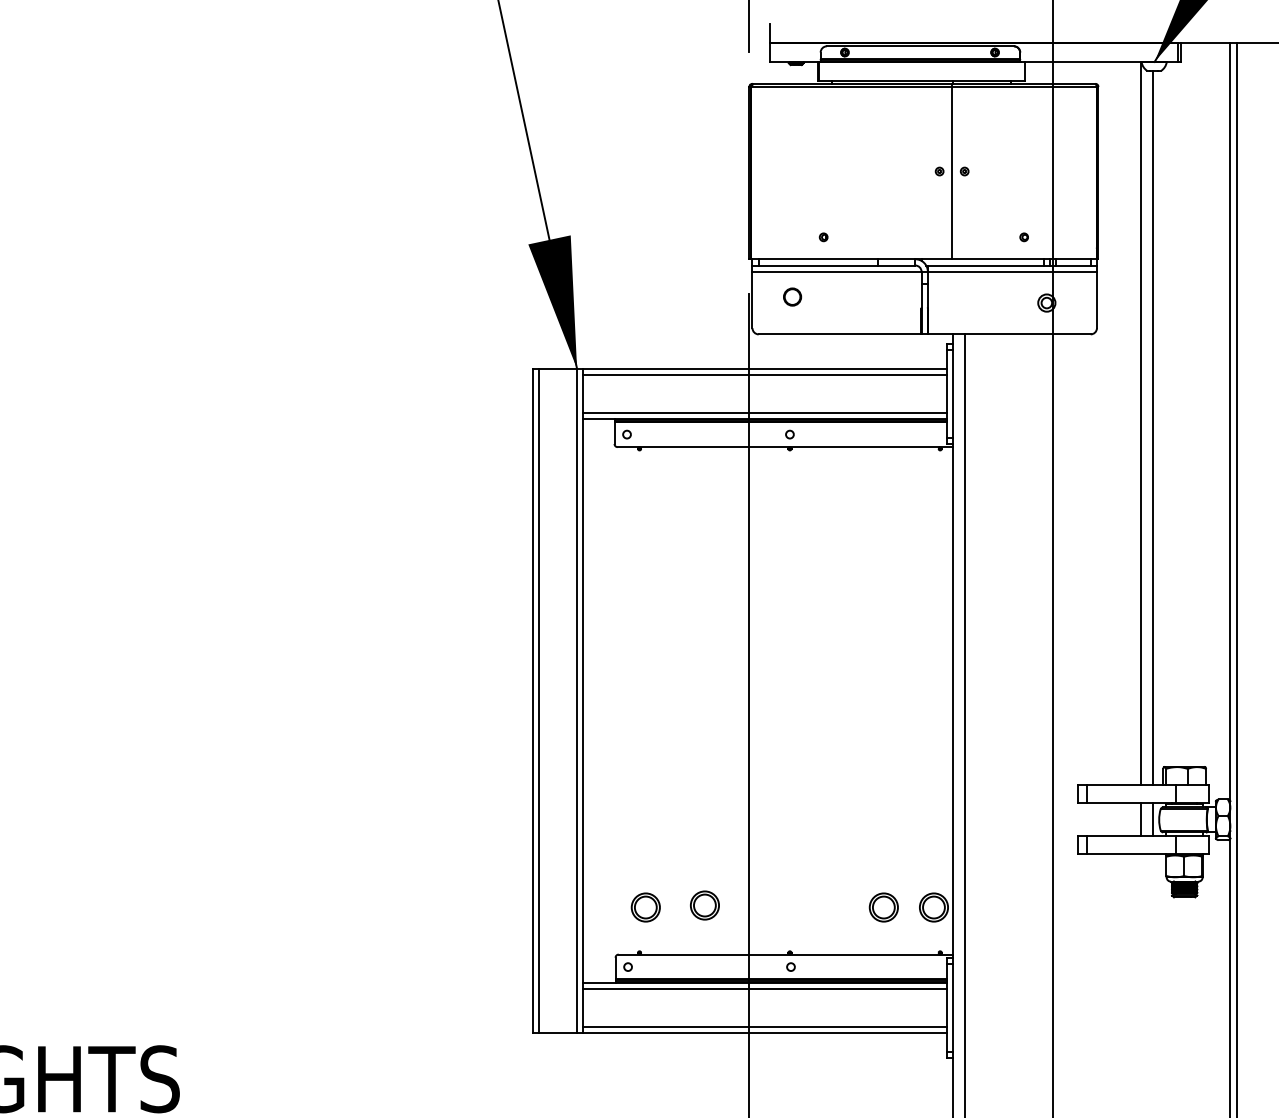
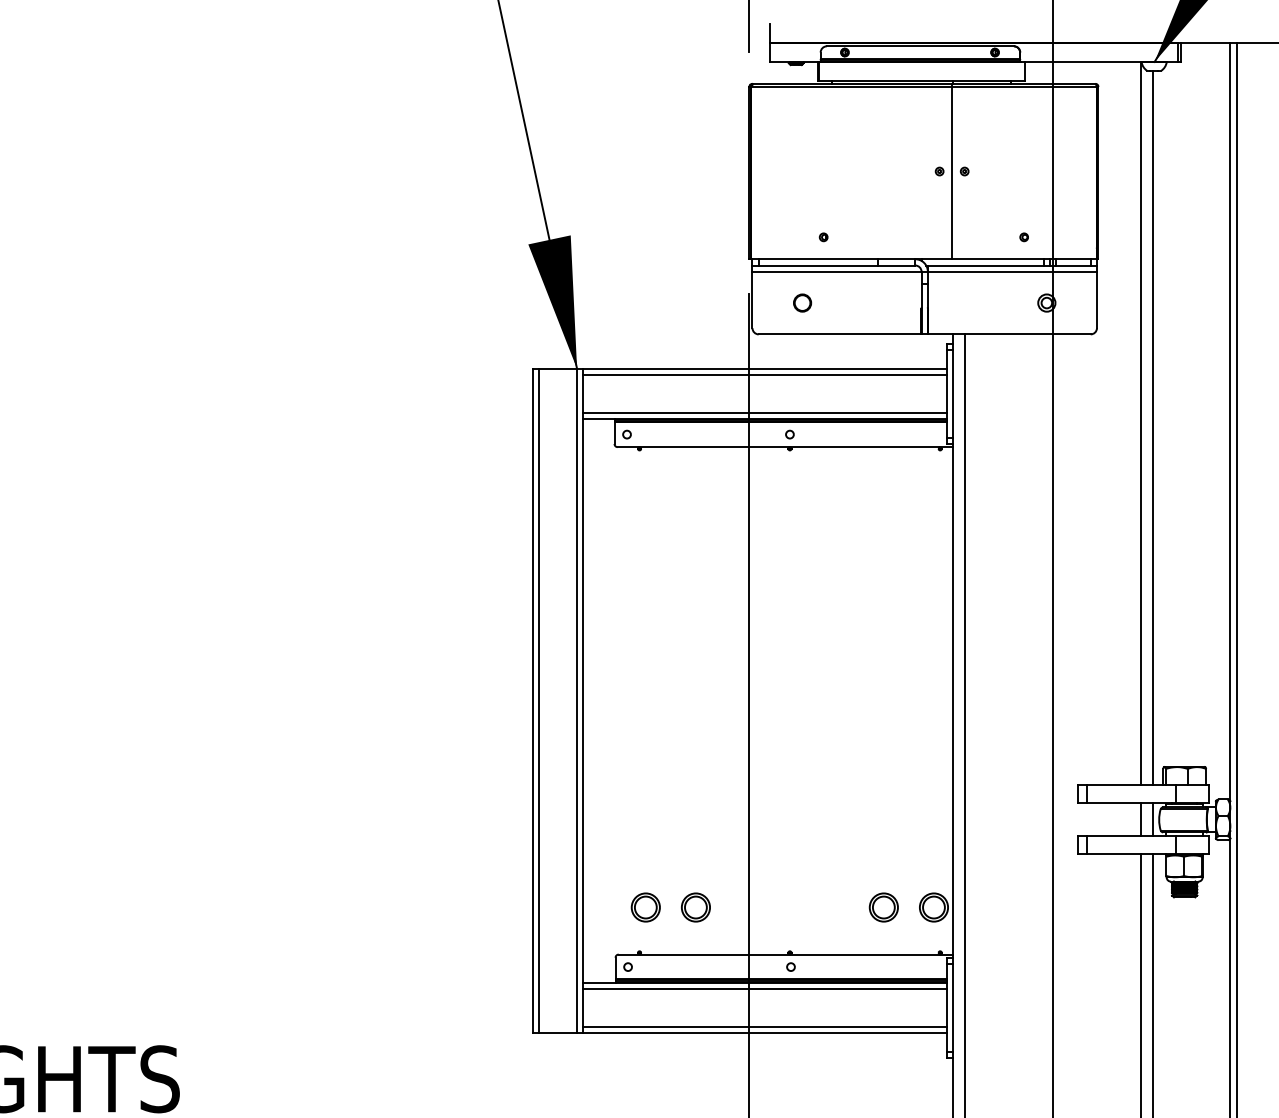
circle at (792, 296) position: (792, 296) -> (802, 302)
part at (704, 905) position: (704, 905) -> (695, 907)
line at (1140, 984): none -> present
line at (1153, 984): none -> present
